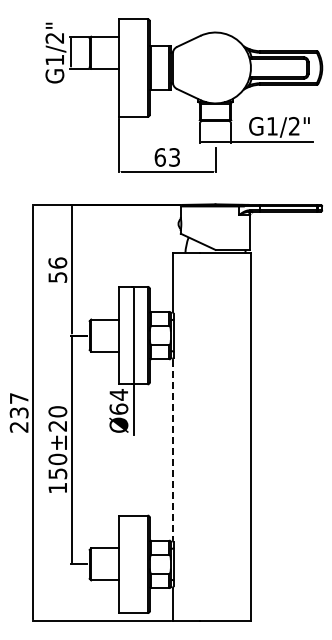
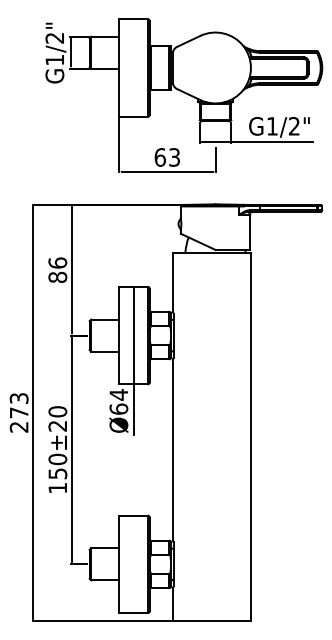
text at (57, 276): 56 -> 86
text at (18, 405): 237 -> 273
line at (172, 450): dashed -> solid
